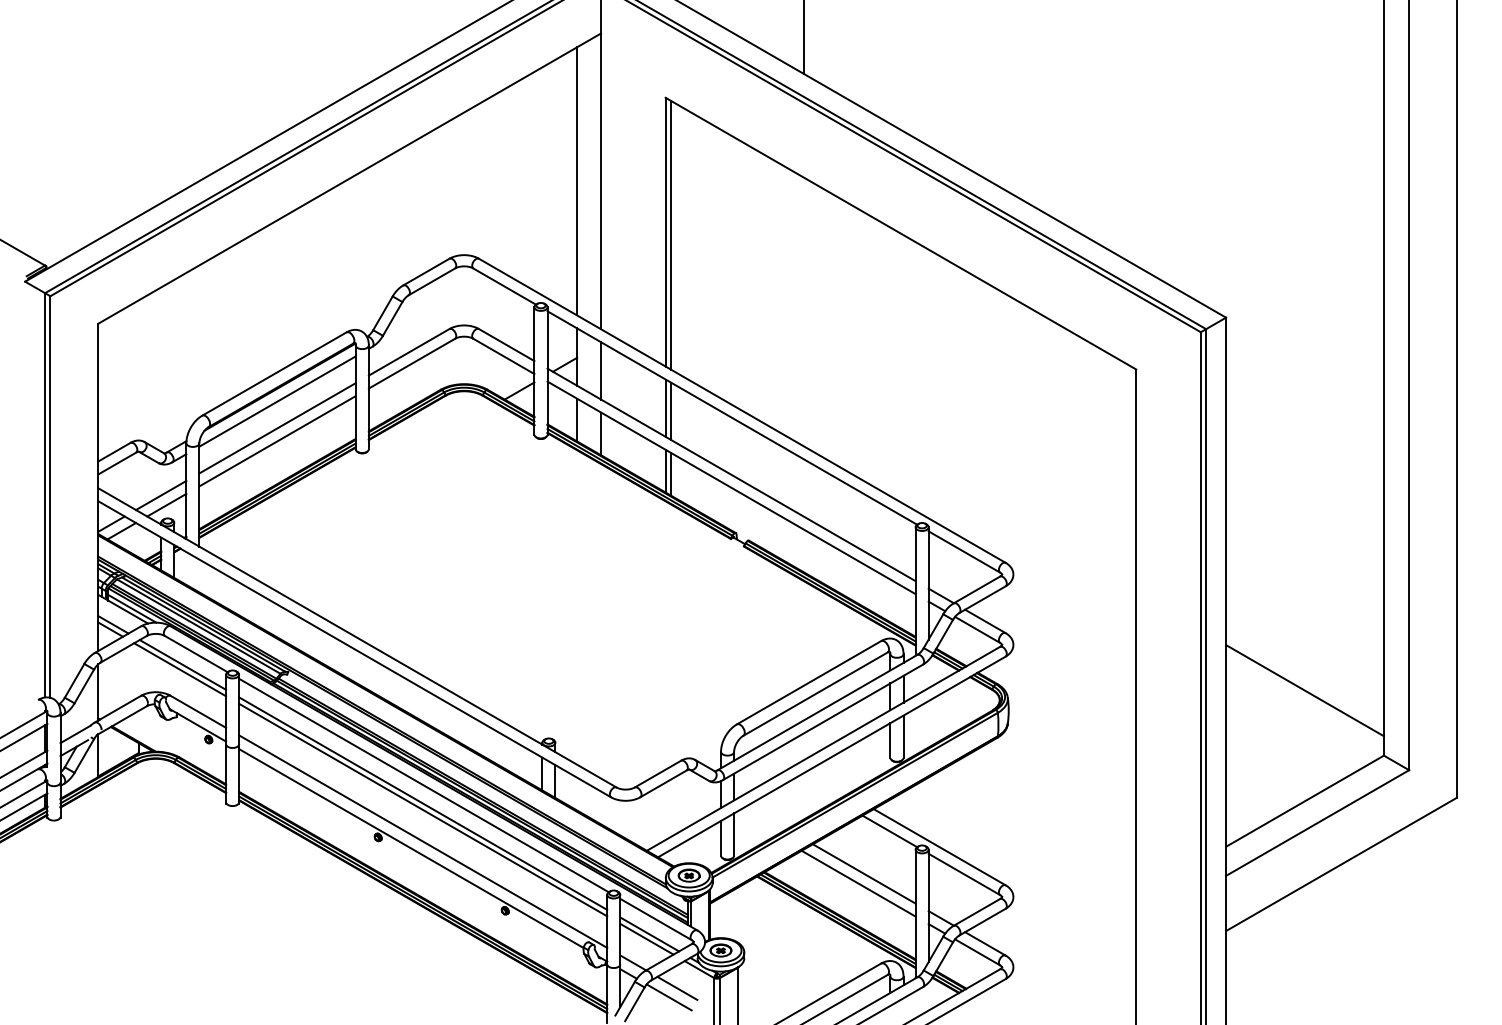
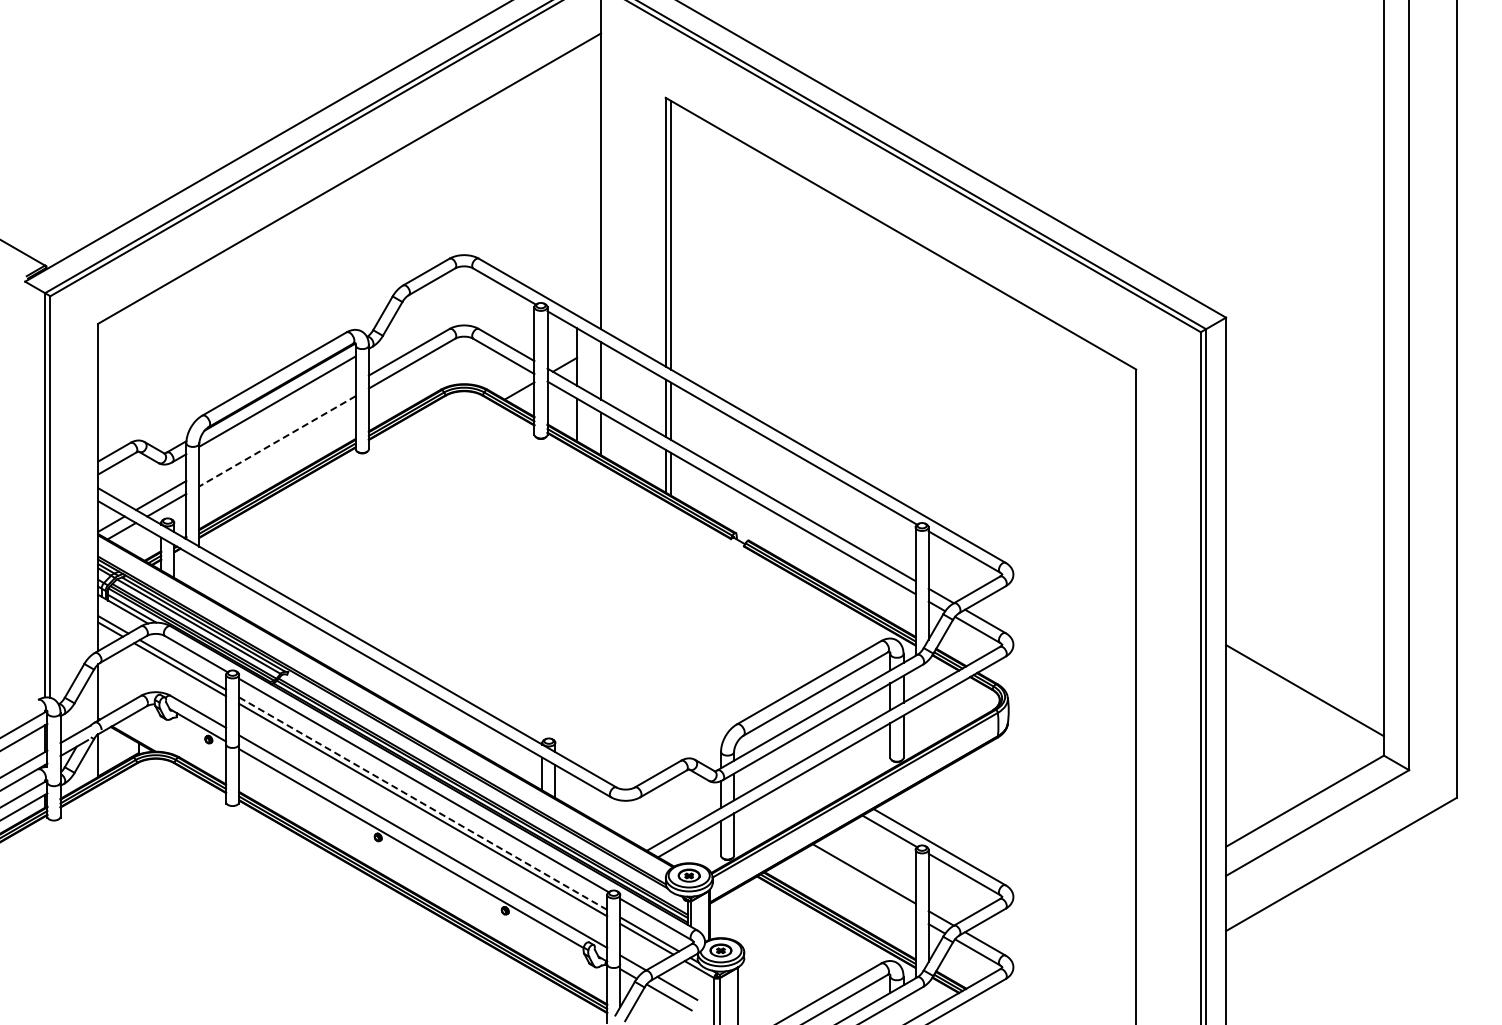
line at (804, 38): present -> none
line at (577, 181): present -> none
line at (277, 428): present -> none
line at (277, 441): solid -> dashed
line at (423, 803): solid -> dashed
line at (858, 883): present -> none
